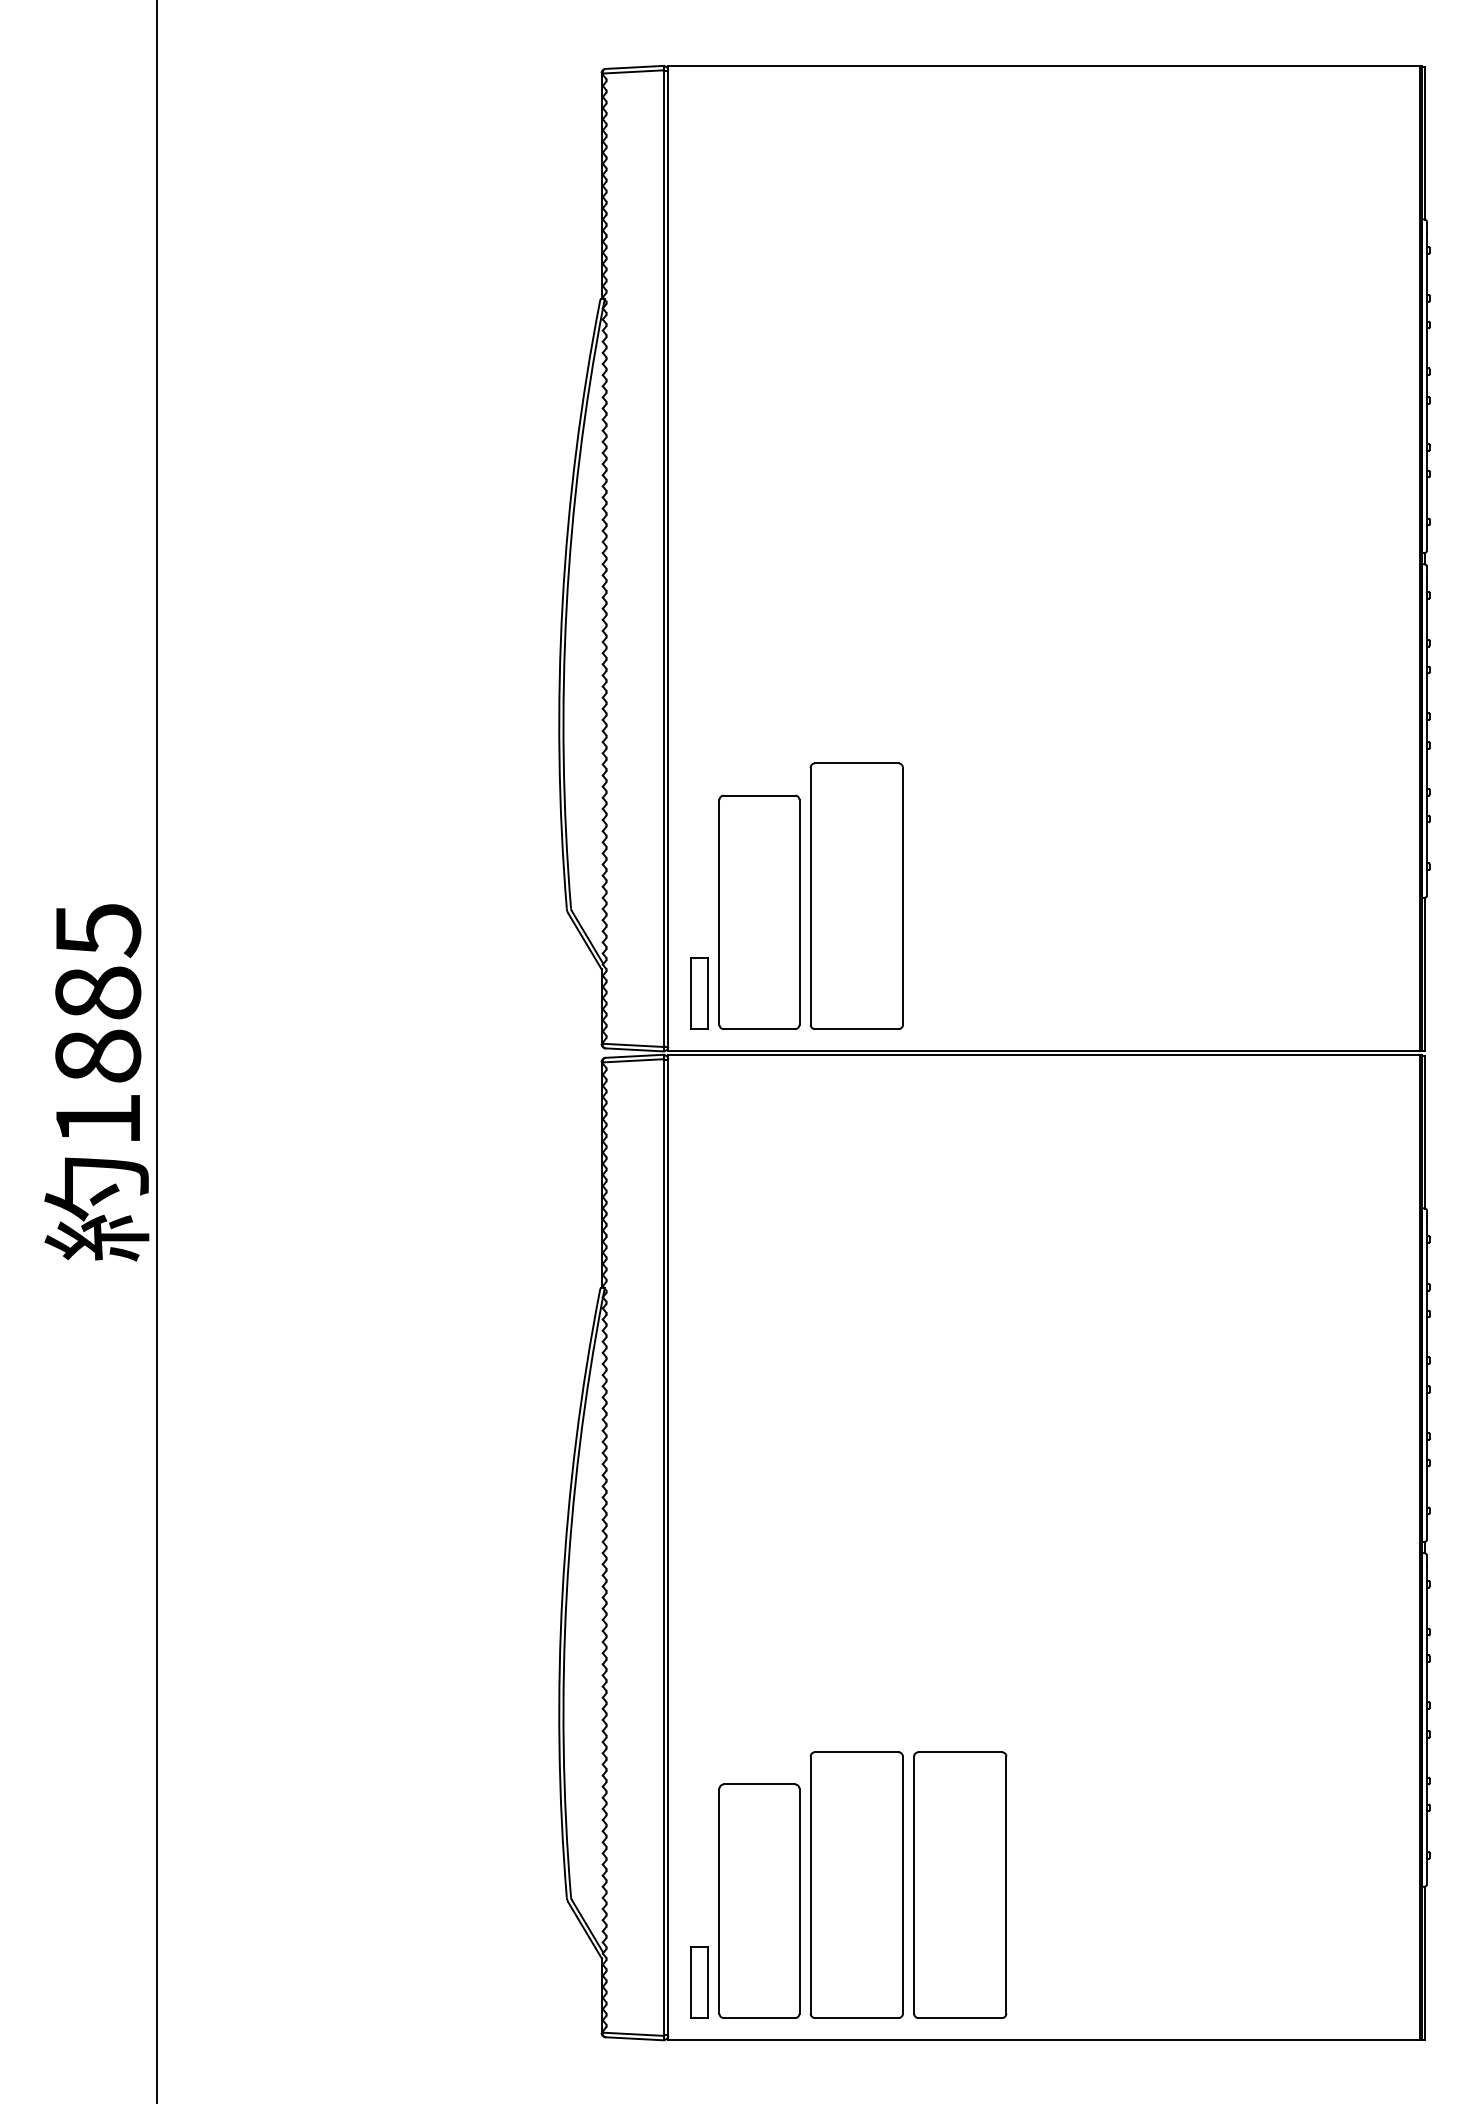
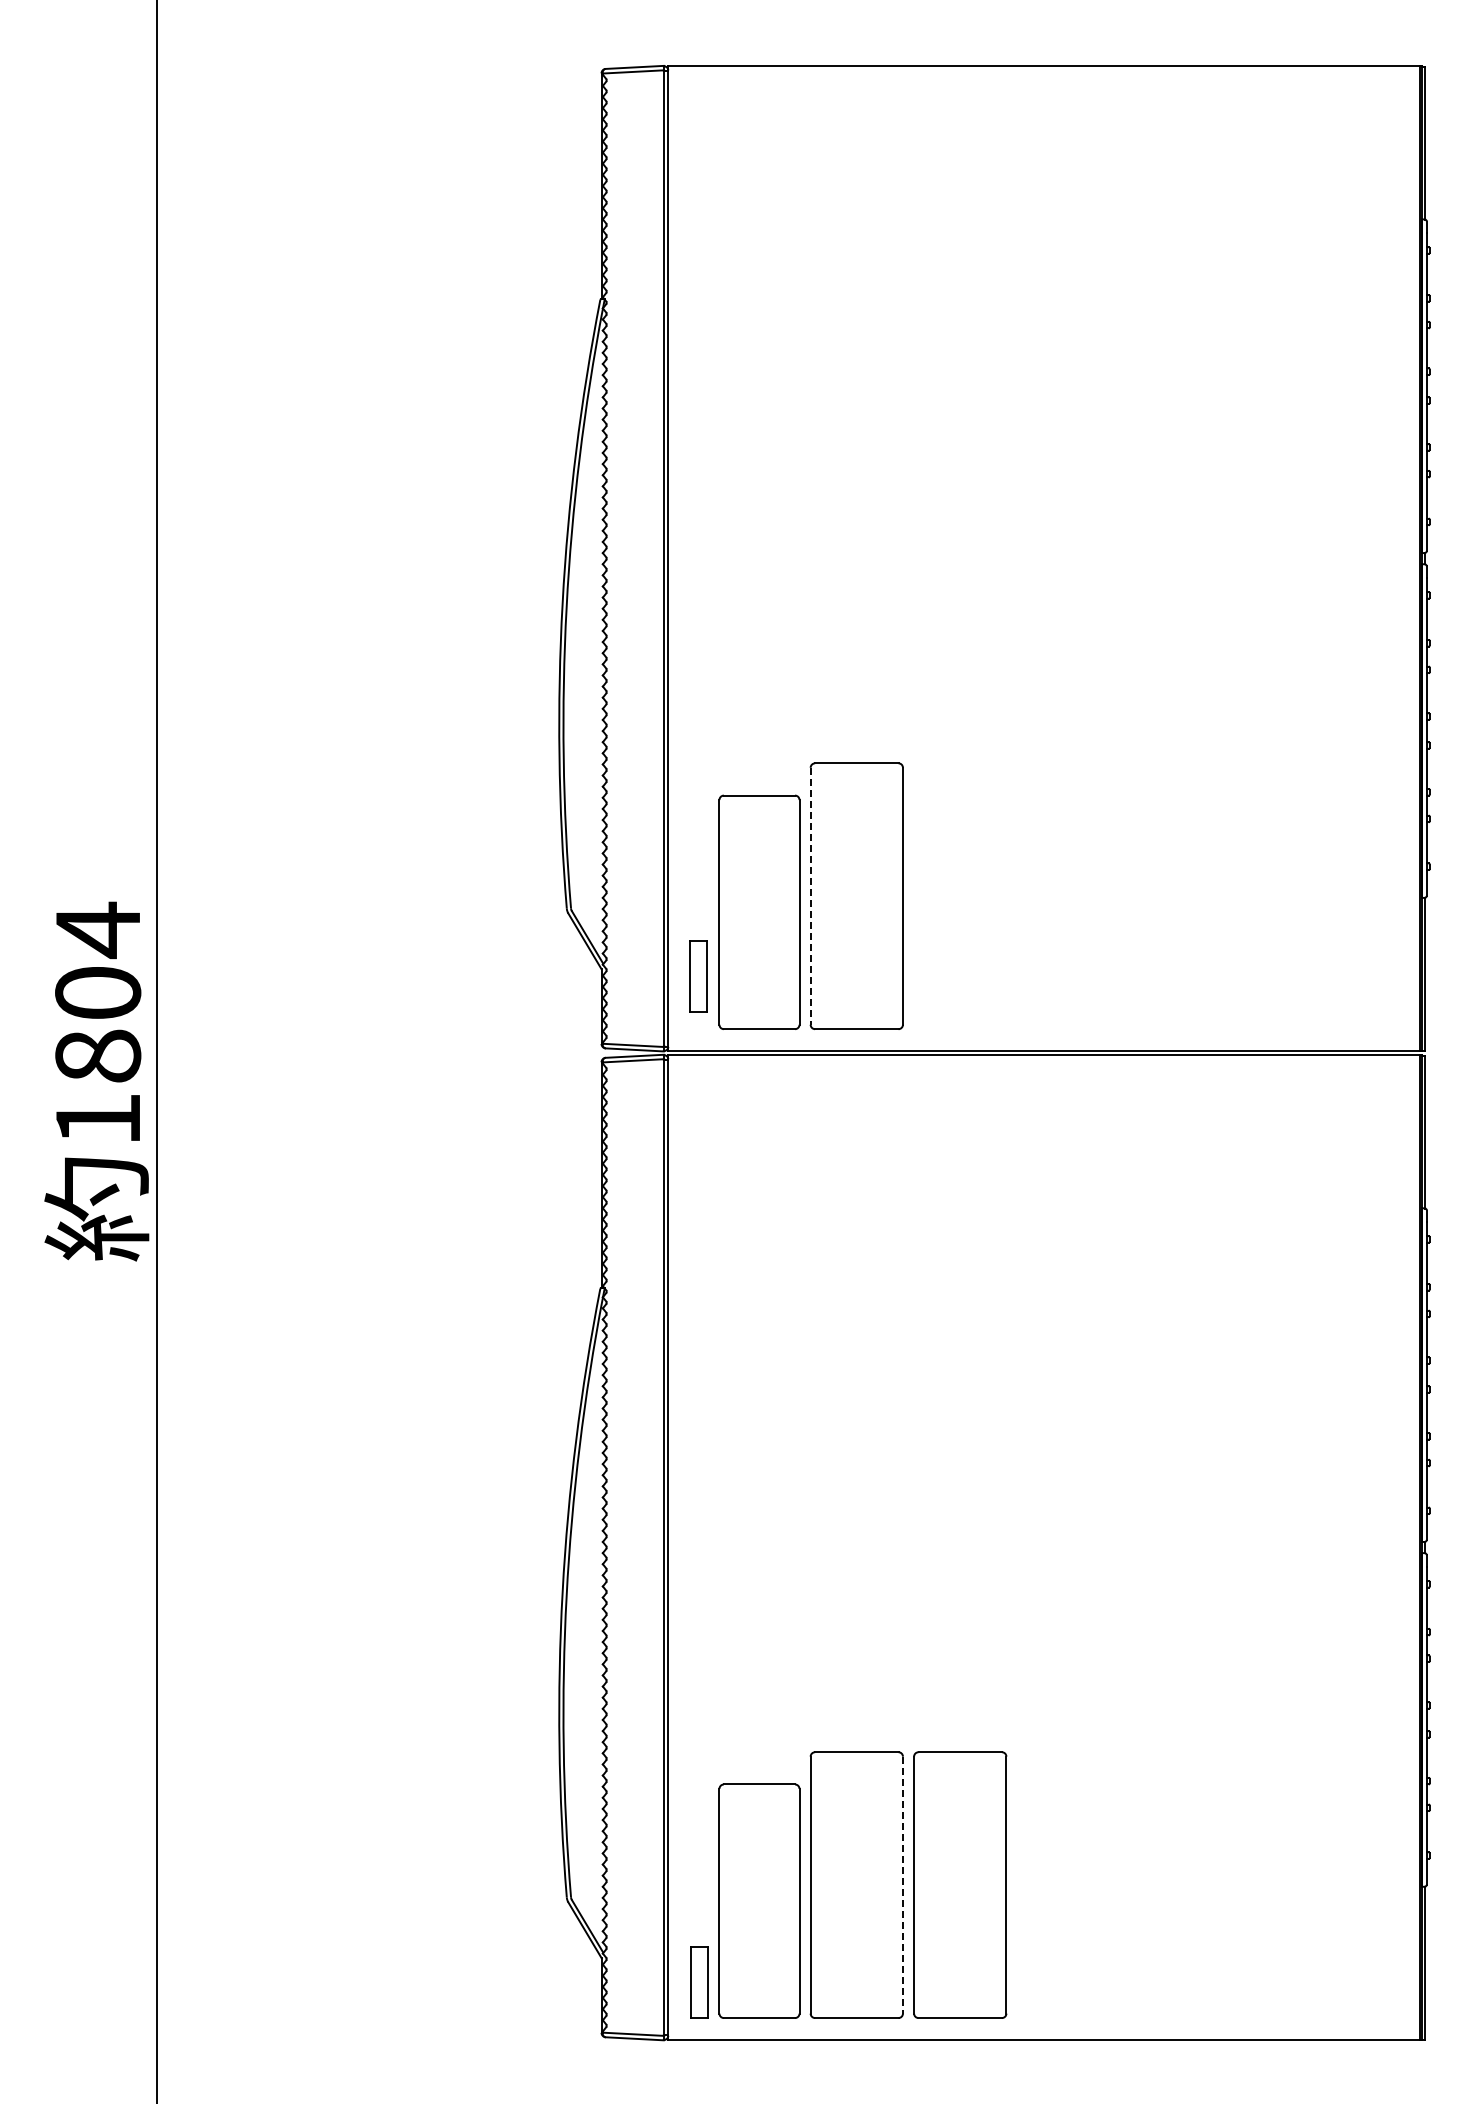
line at (810, 896): solid -> dashed
text at (98, 960): 1885 -> 1804
part at (699, 993) position: (699, 993) -> (698, 976)
line at (902, 1885): solid -> dashed
